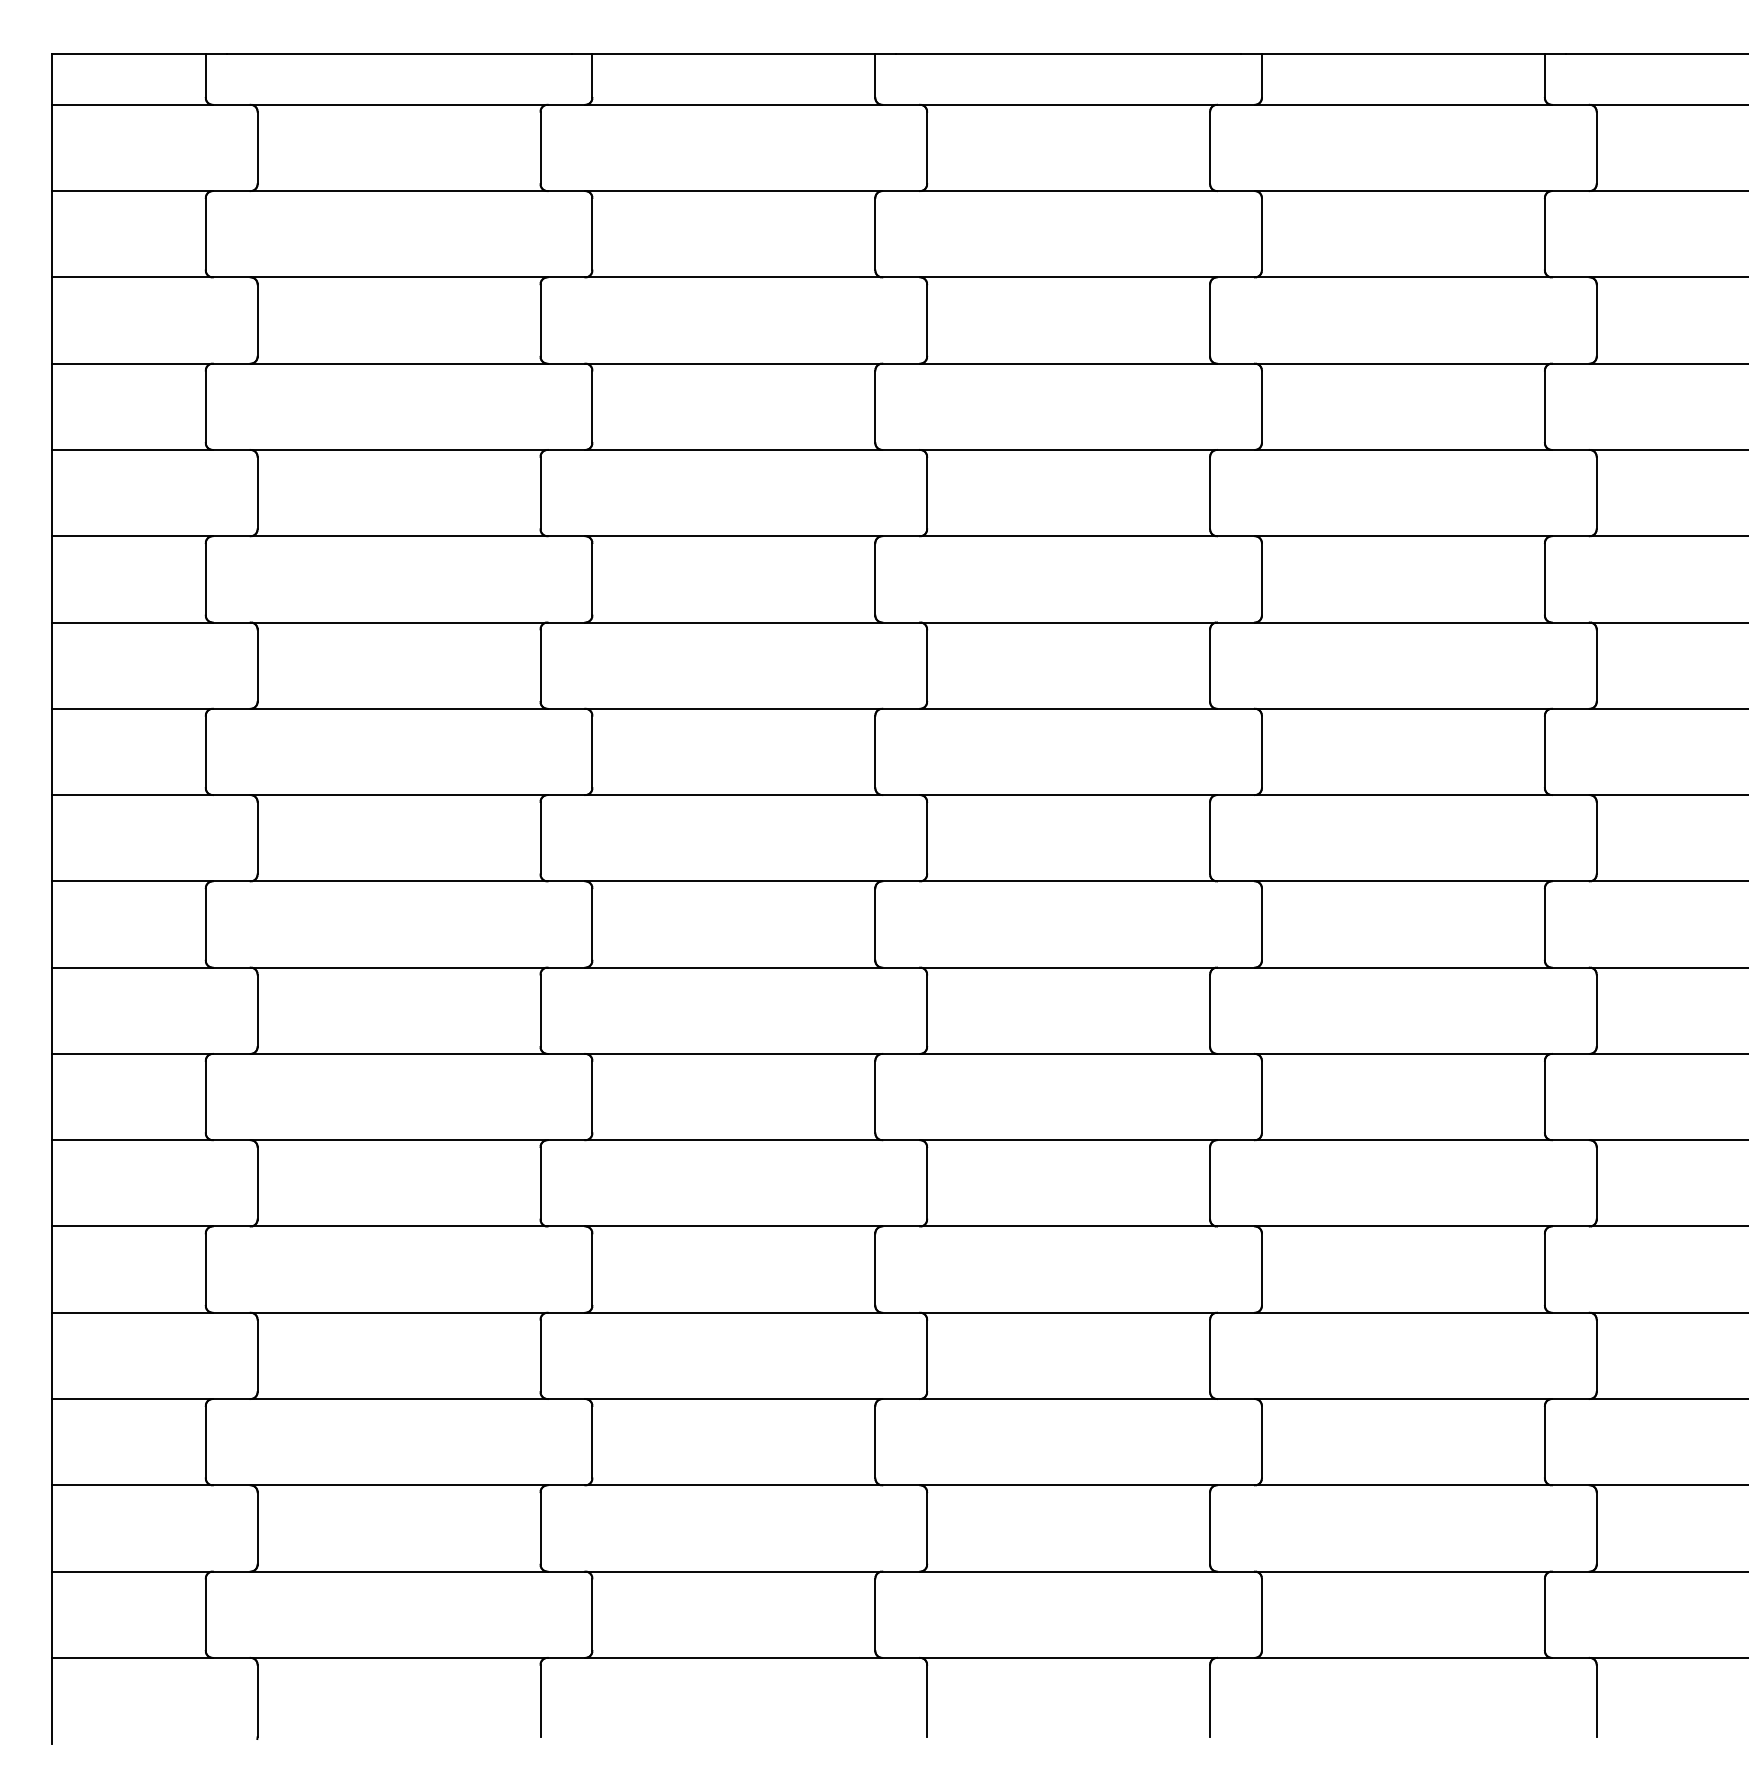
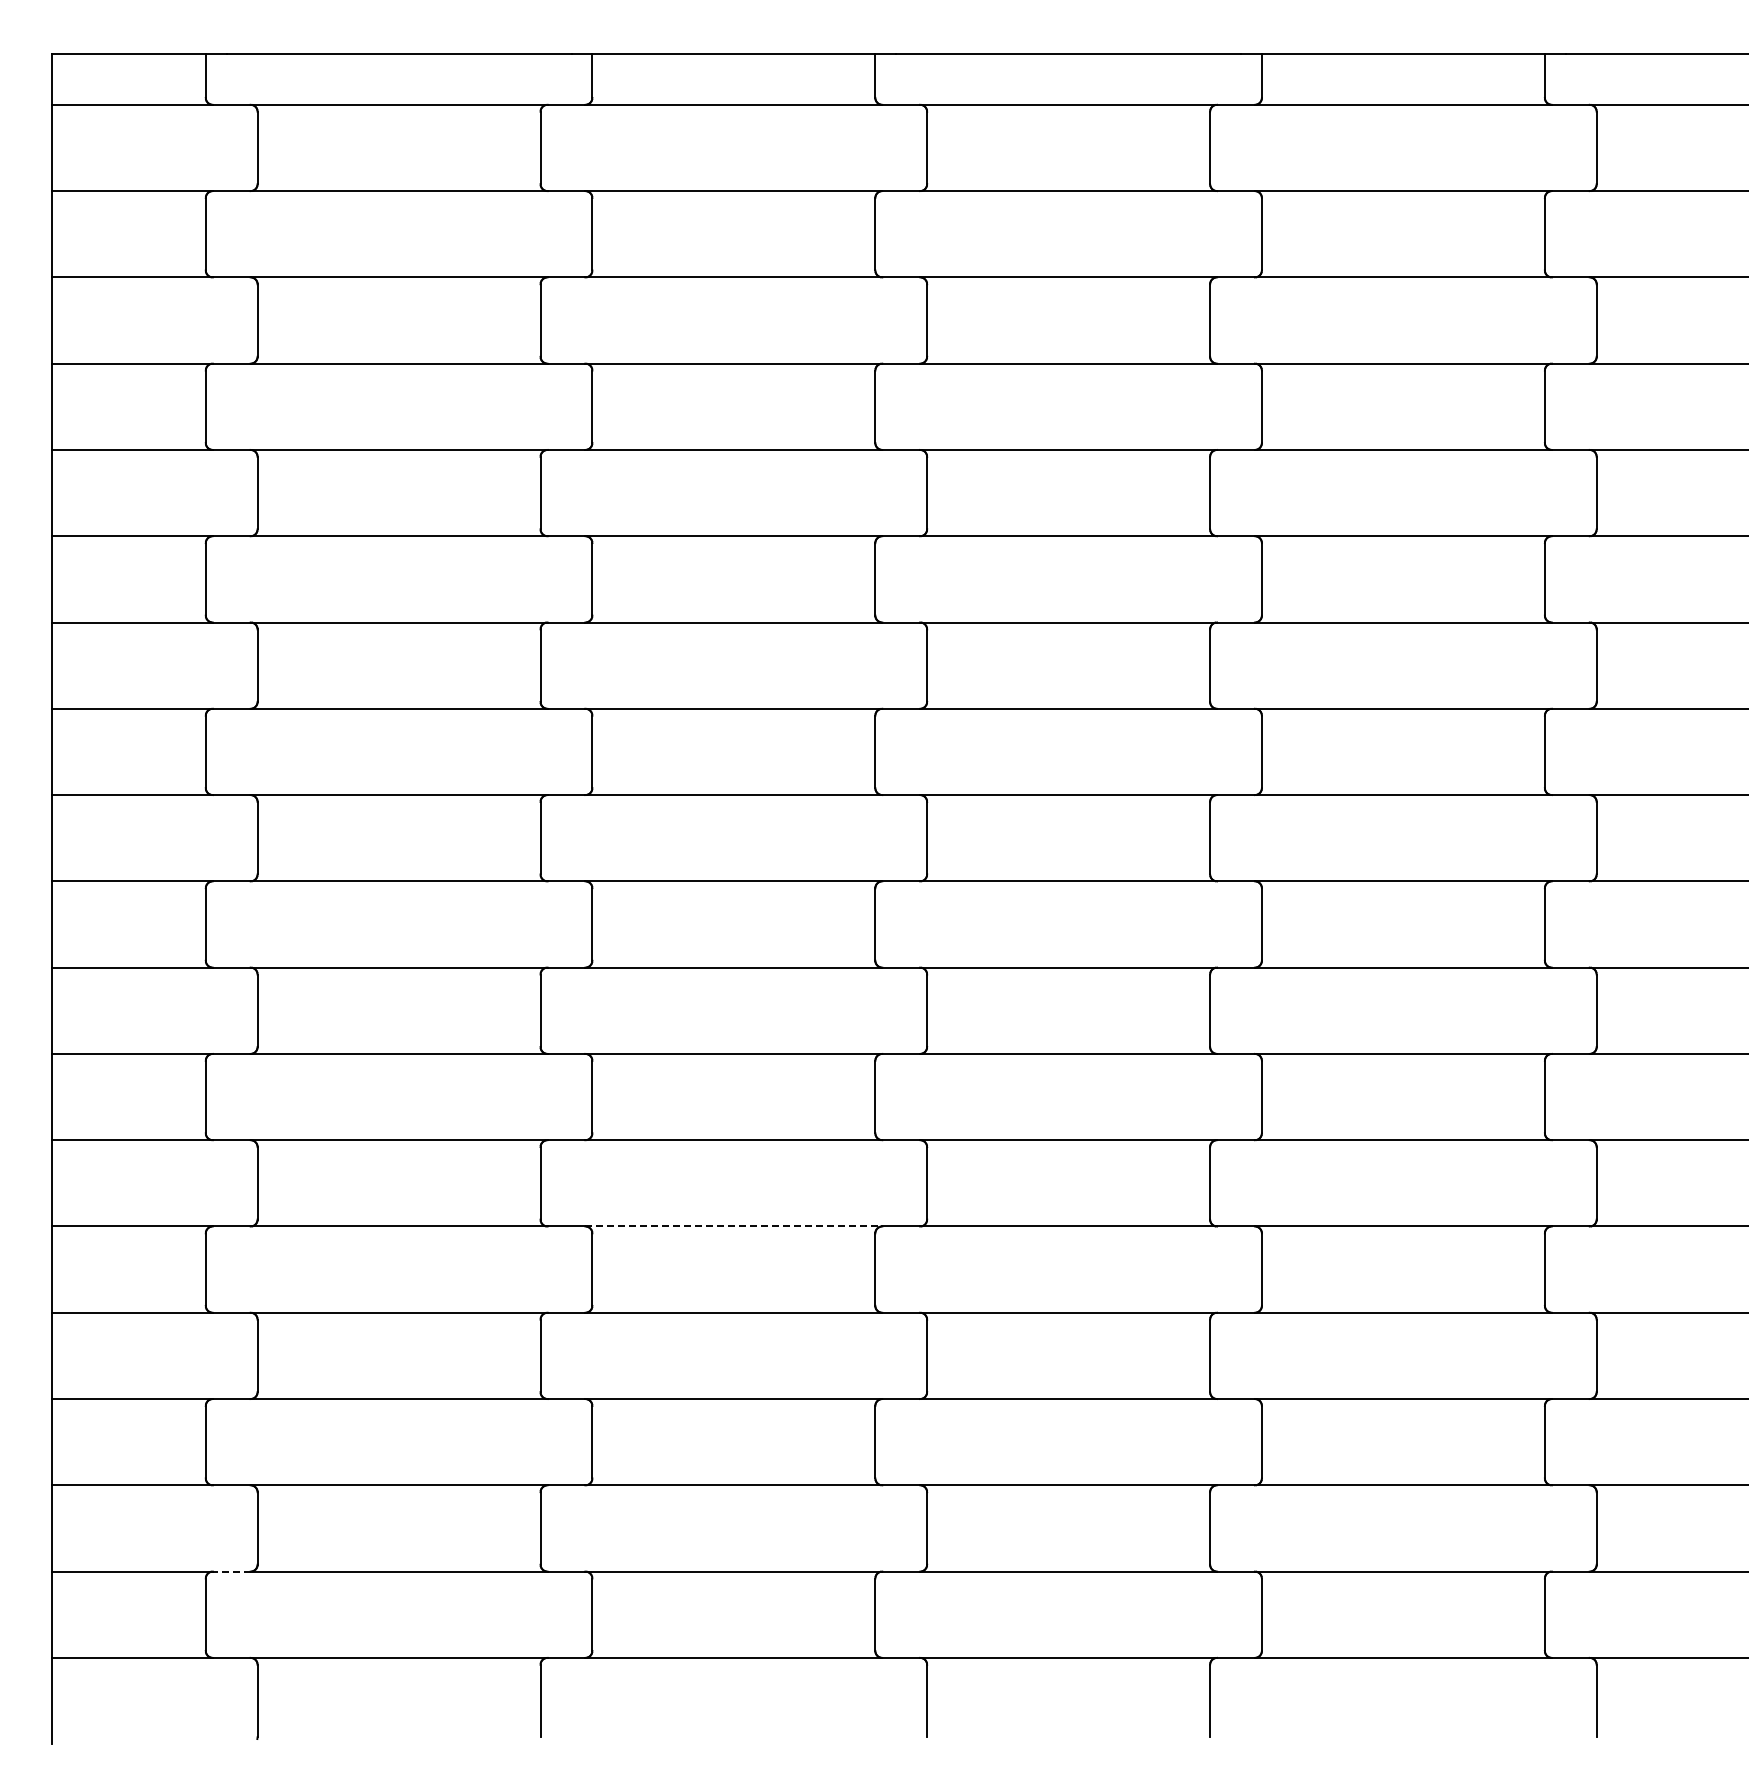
line at (734, 1226): solid -> dashed
line at (231, 1571): solid -> dashed
